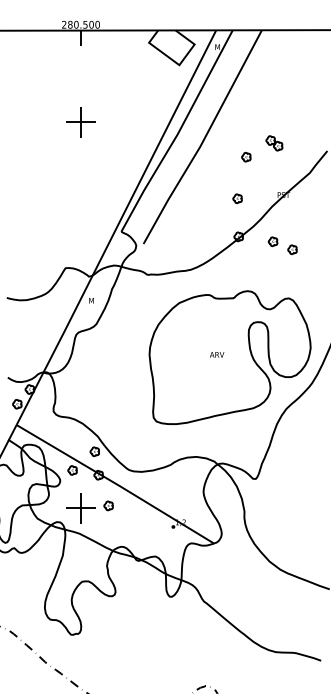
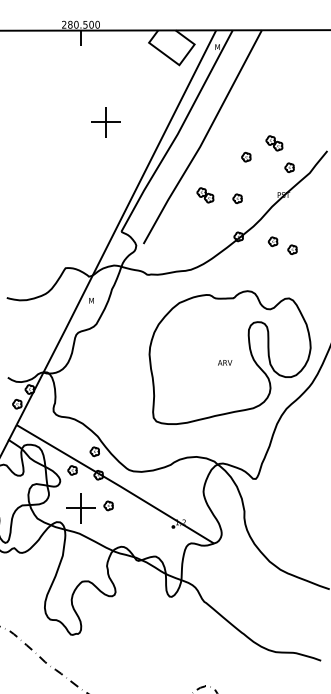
part at (80, 122) position: (80, 122) -> (105, 122)
part at (289, 167): none -> present
part at (205, 195): none -> present
text at (217, 354) position: (217, 354) -> (225, 362)
